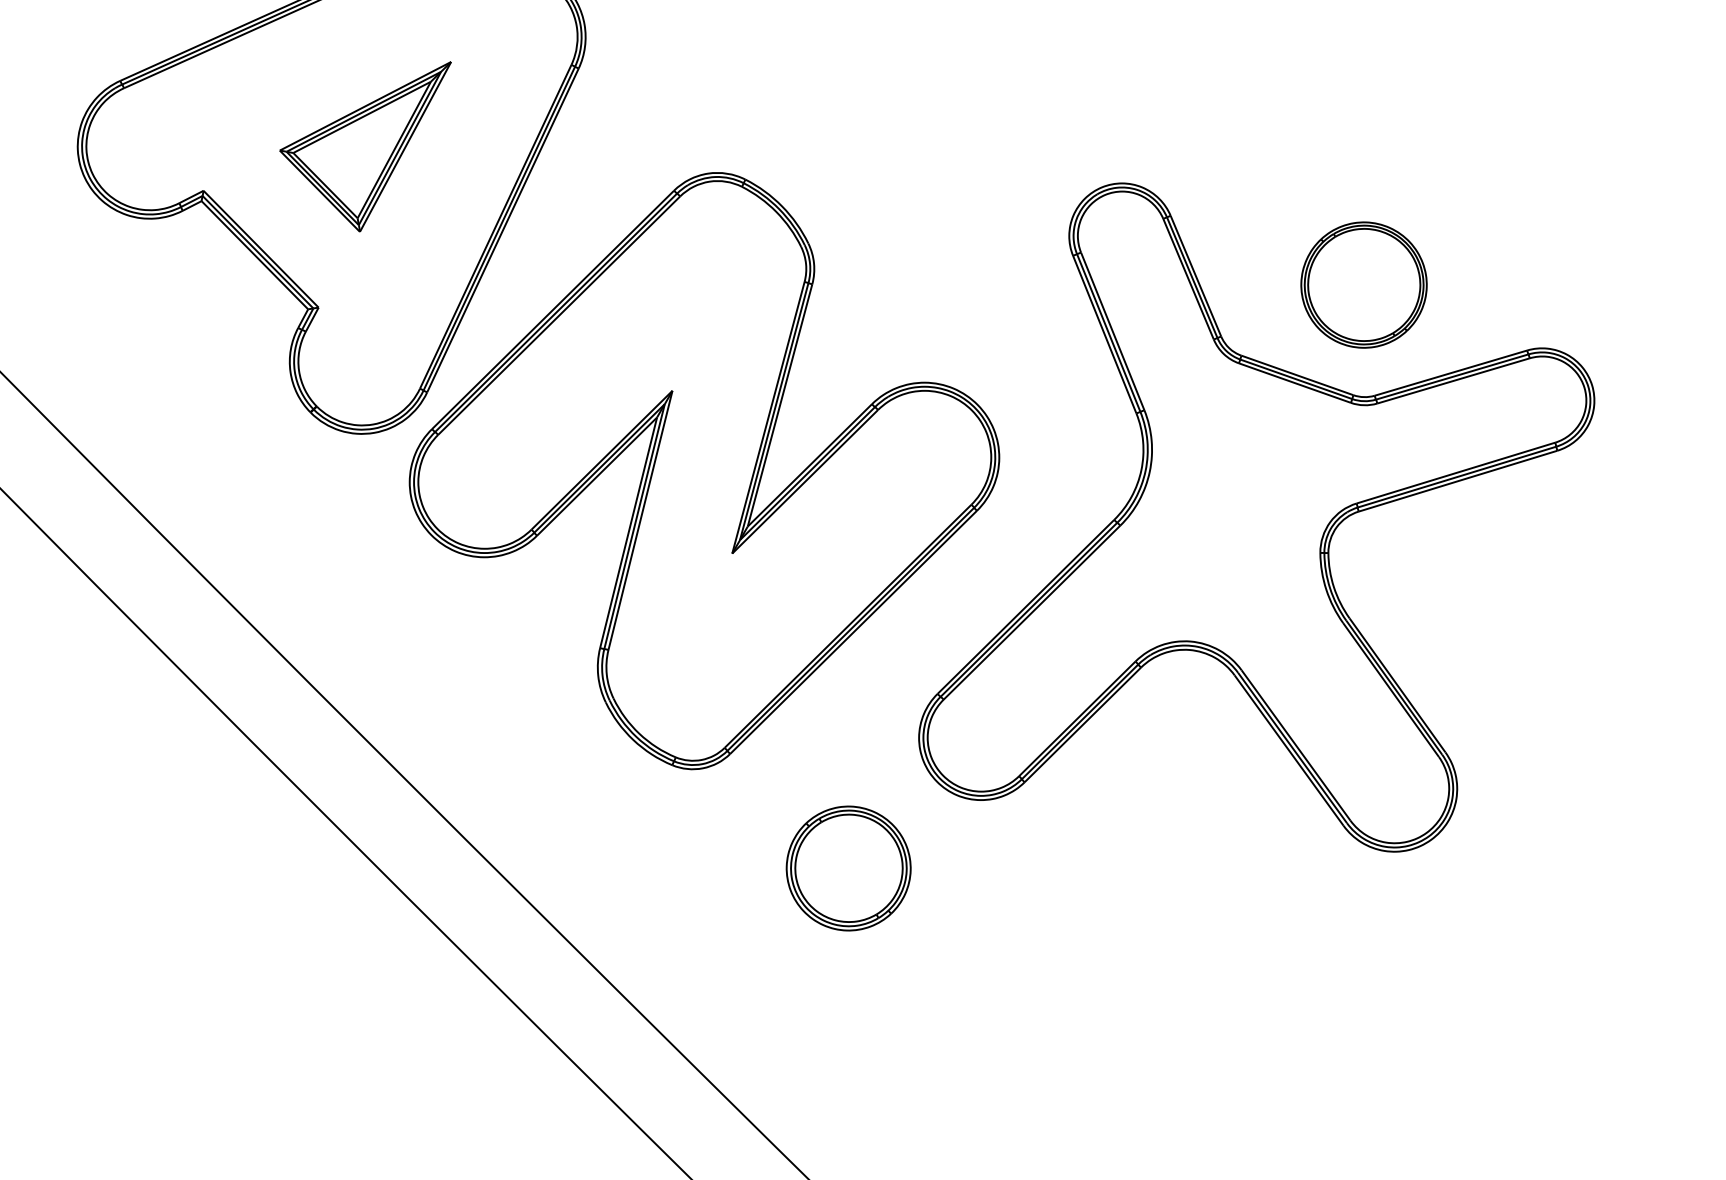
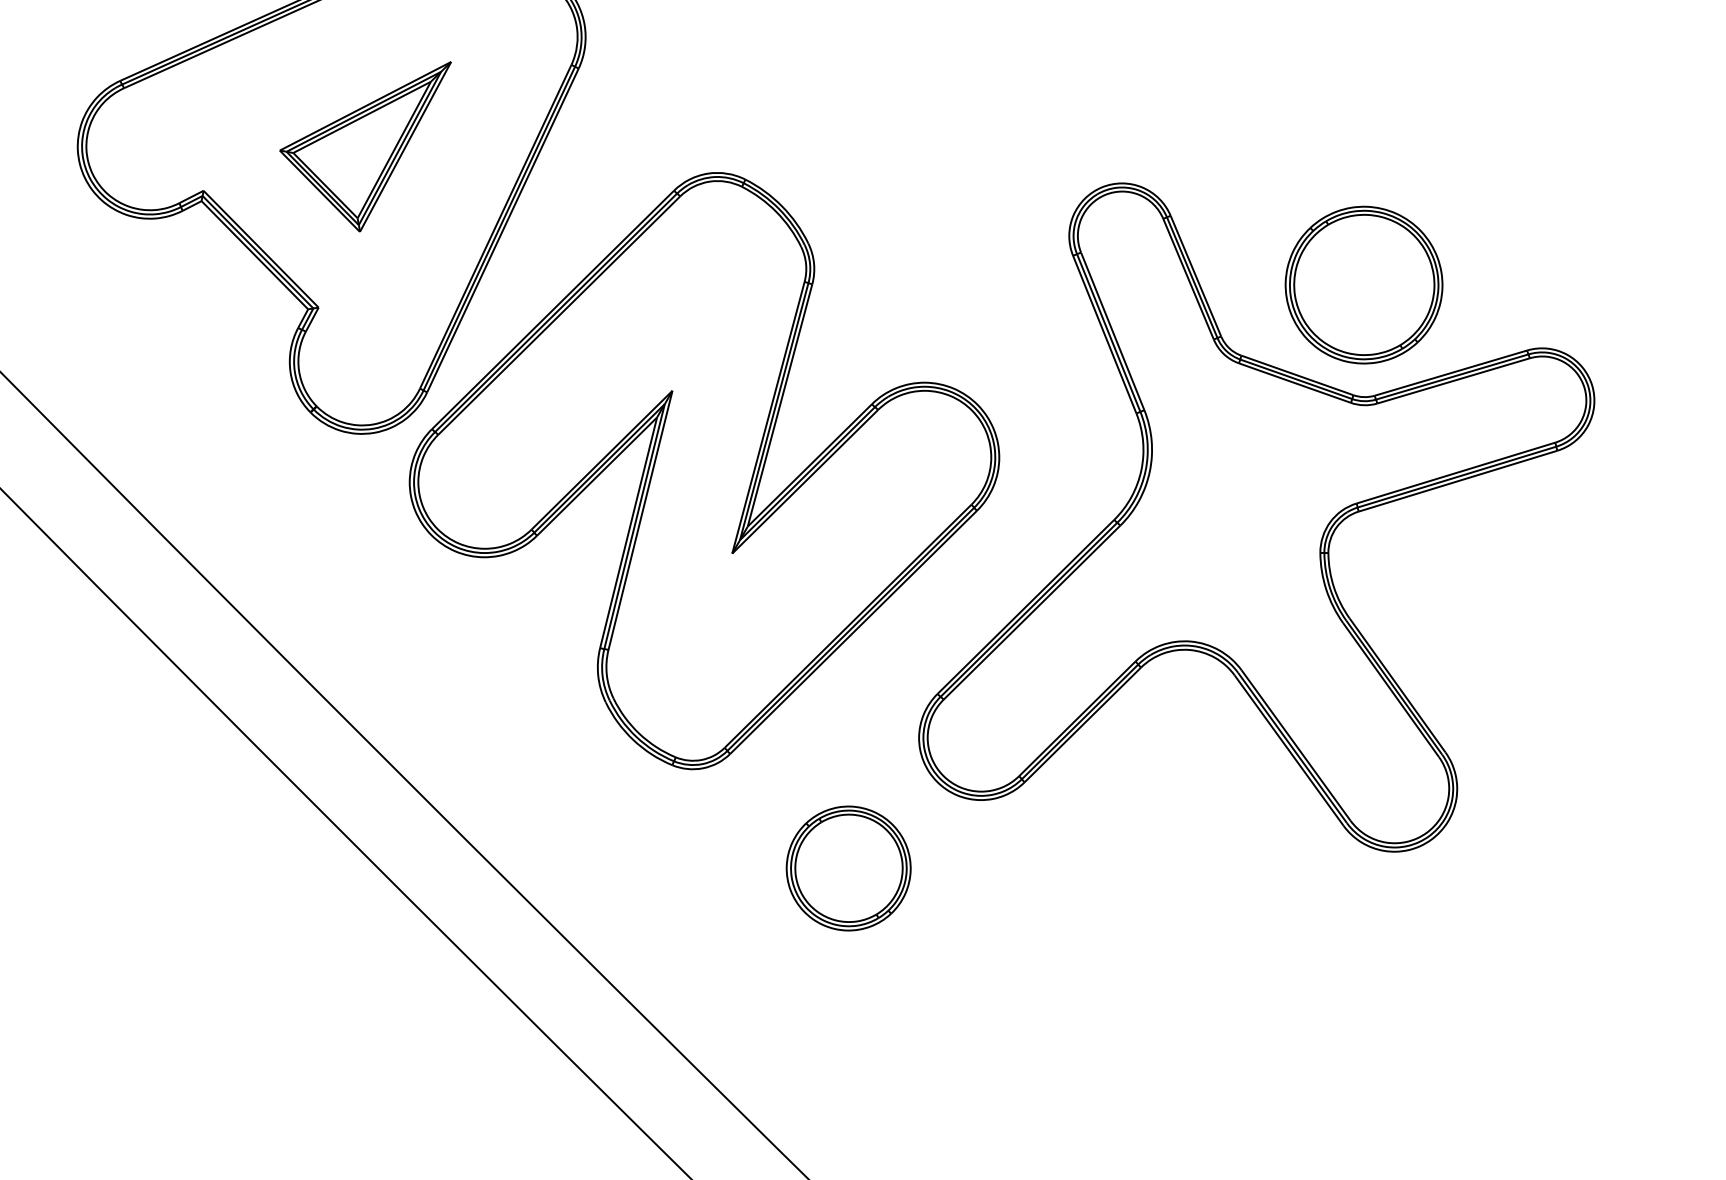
part at (1363, 284) size: 128x128 px -> 160x160 px
